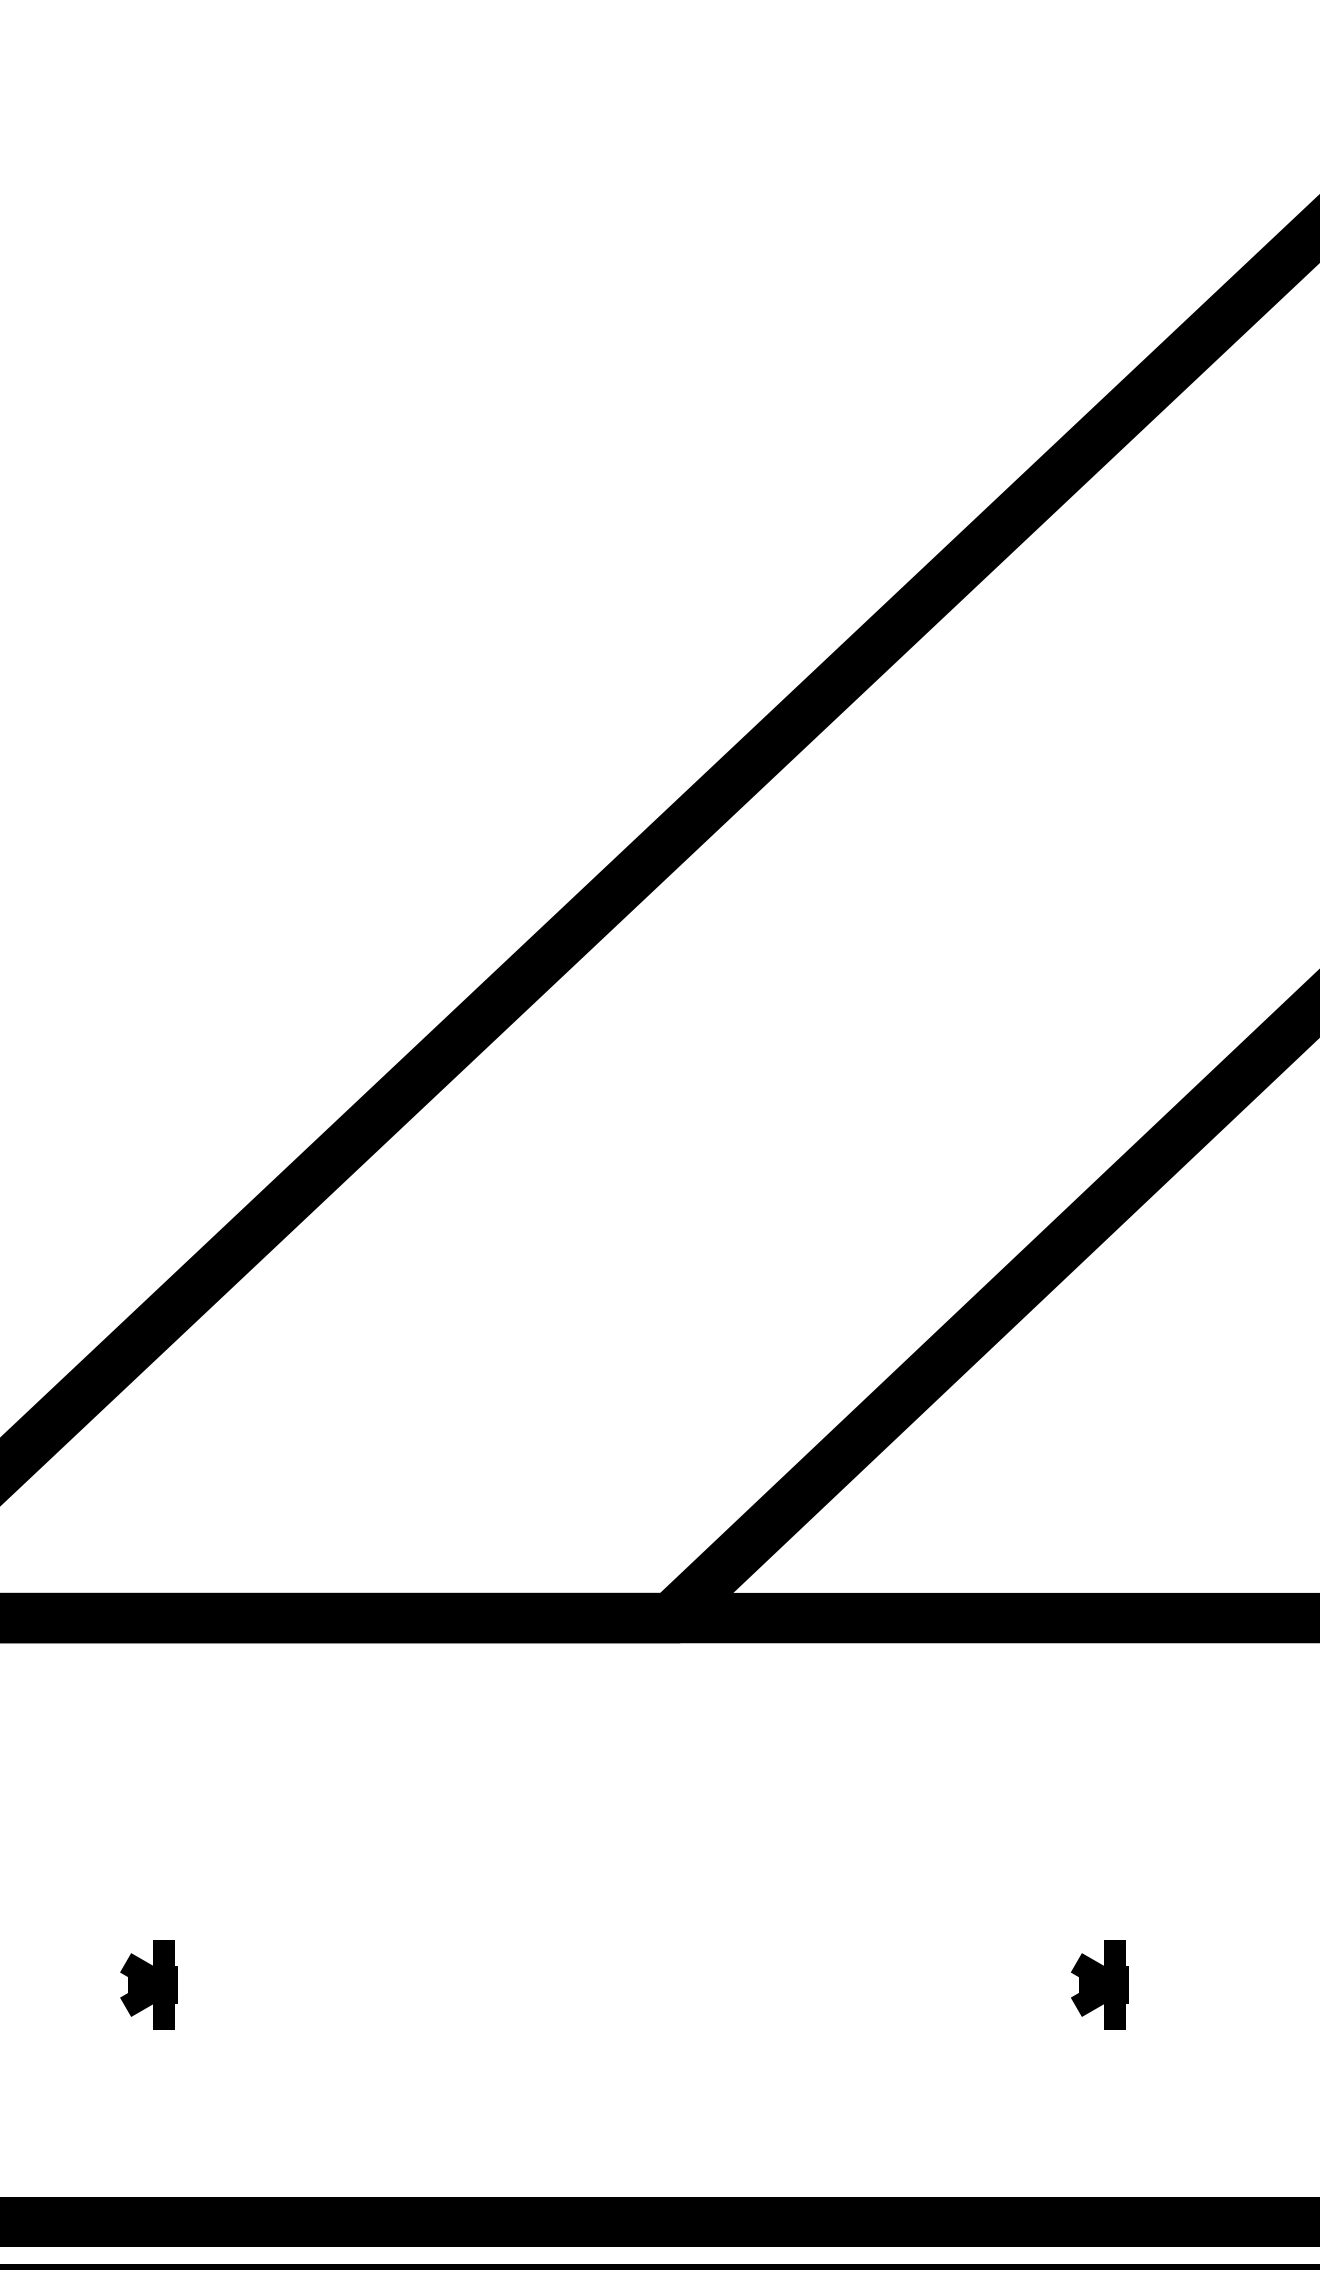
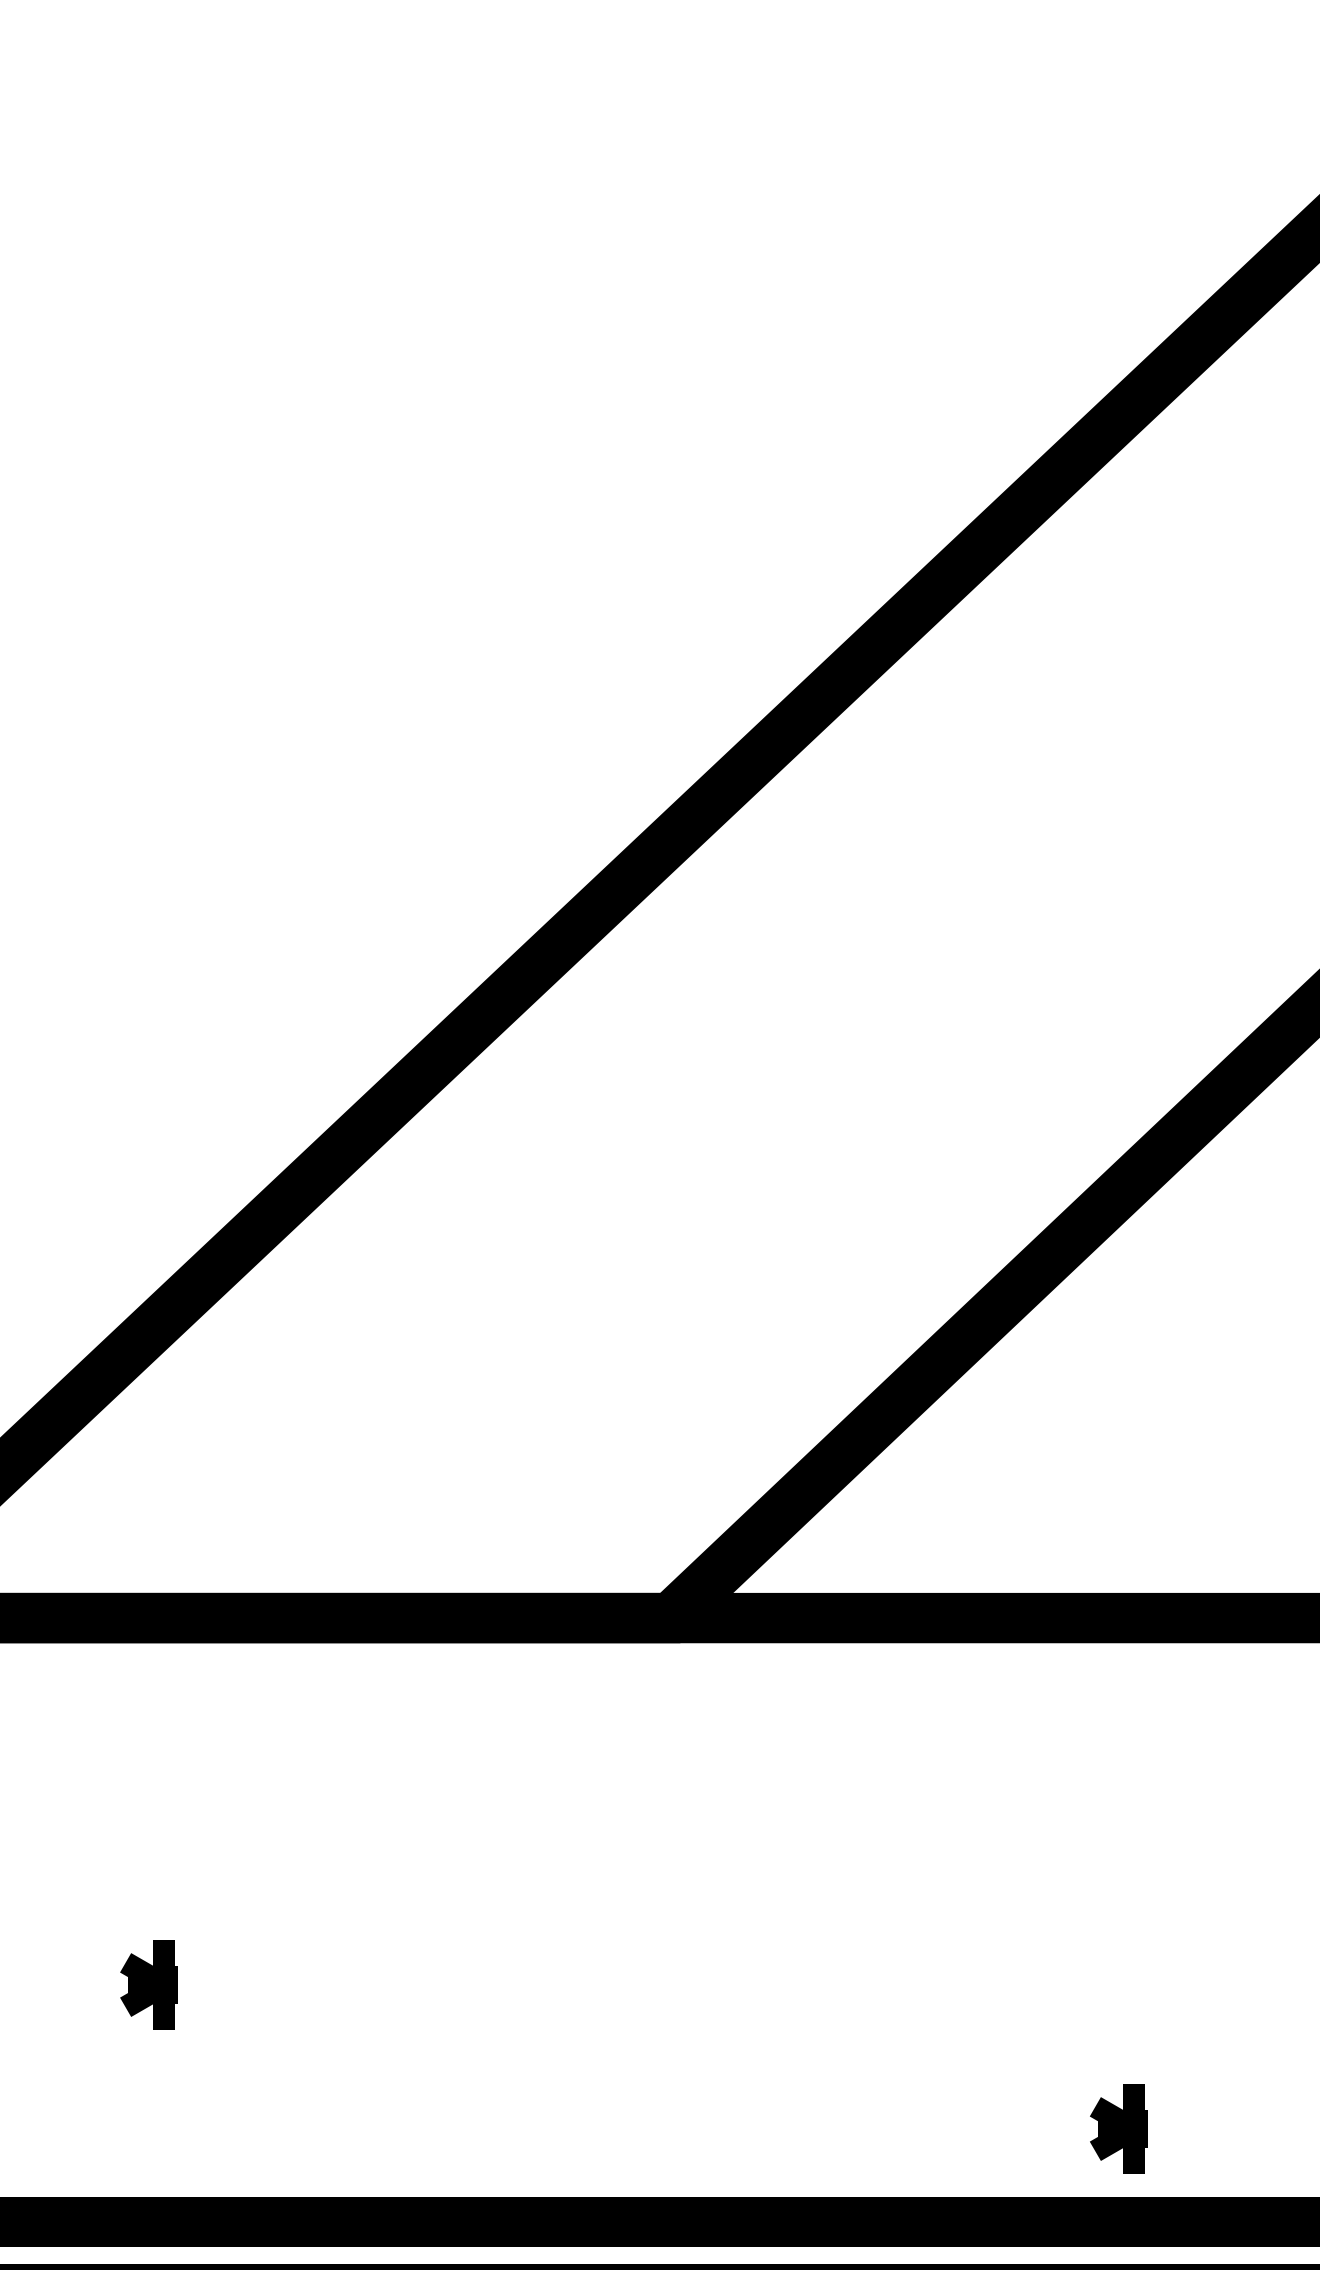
part at (1099, 1984) position: (1099, 1984) -> (1118, 2128)
